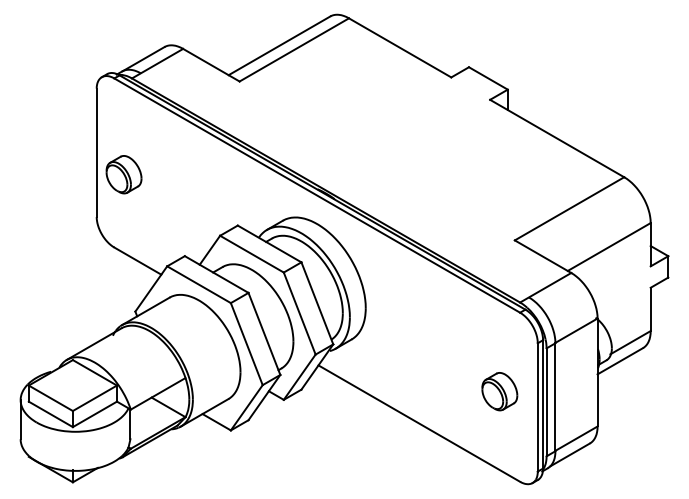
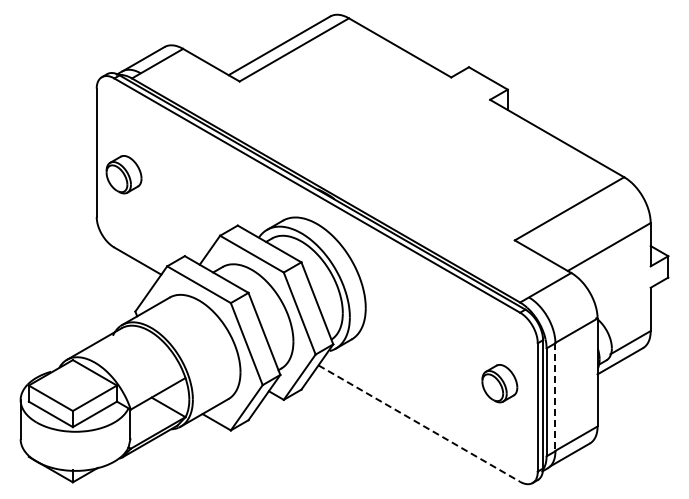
part at (499, 391) position: (499, 391) -> (499, 383)
line at (555, 397): solid -> dashed
line at (419, 423): solid -> dashed
